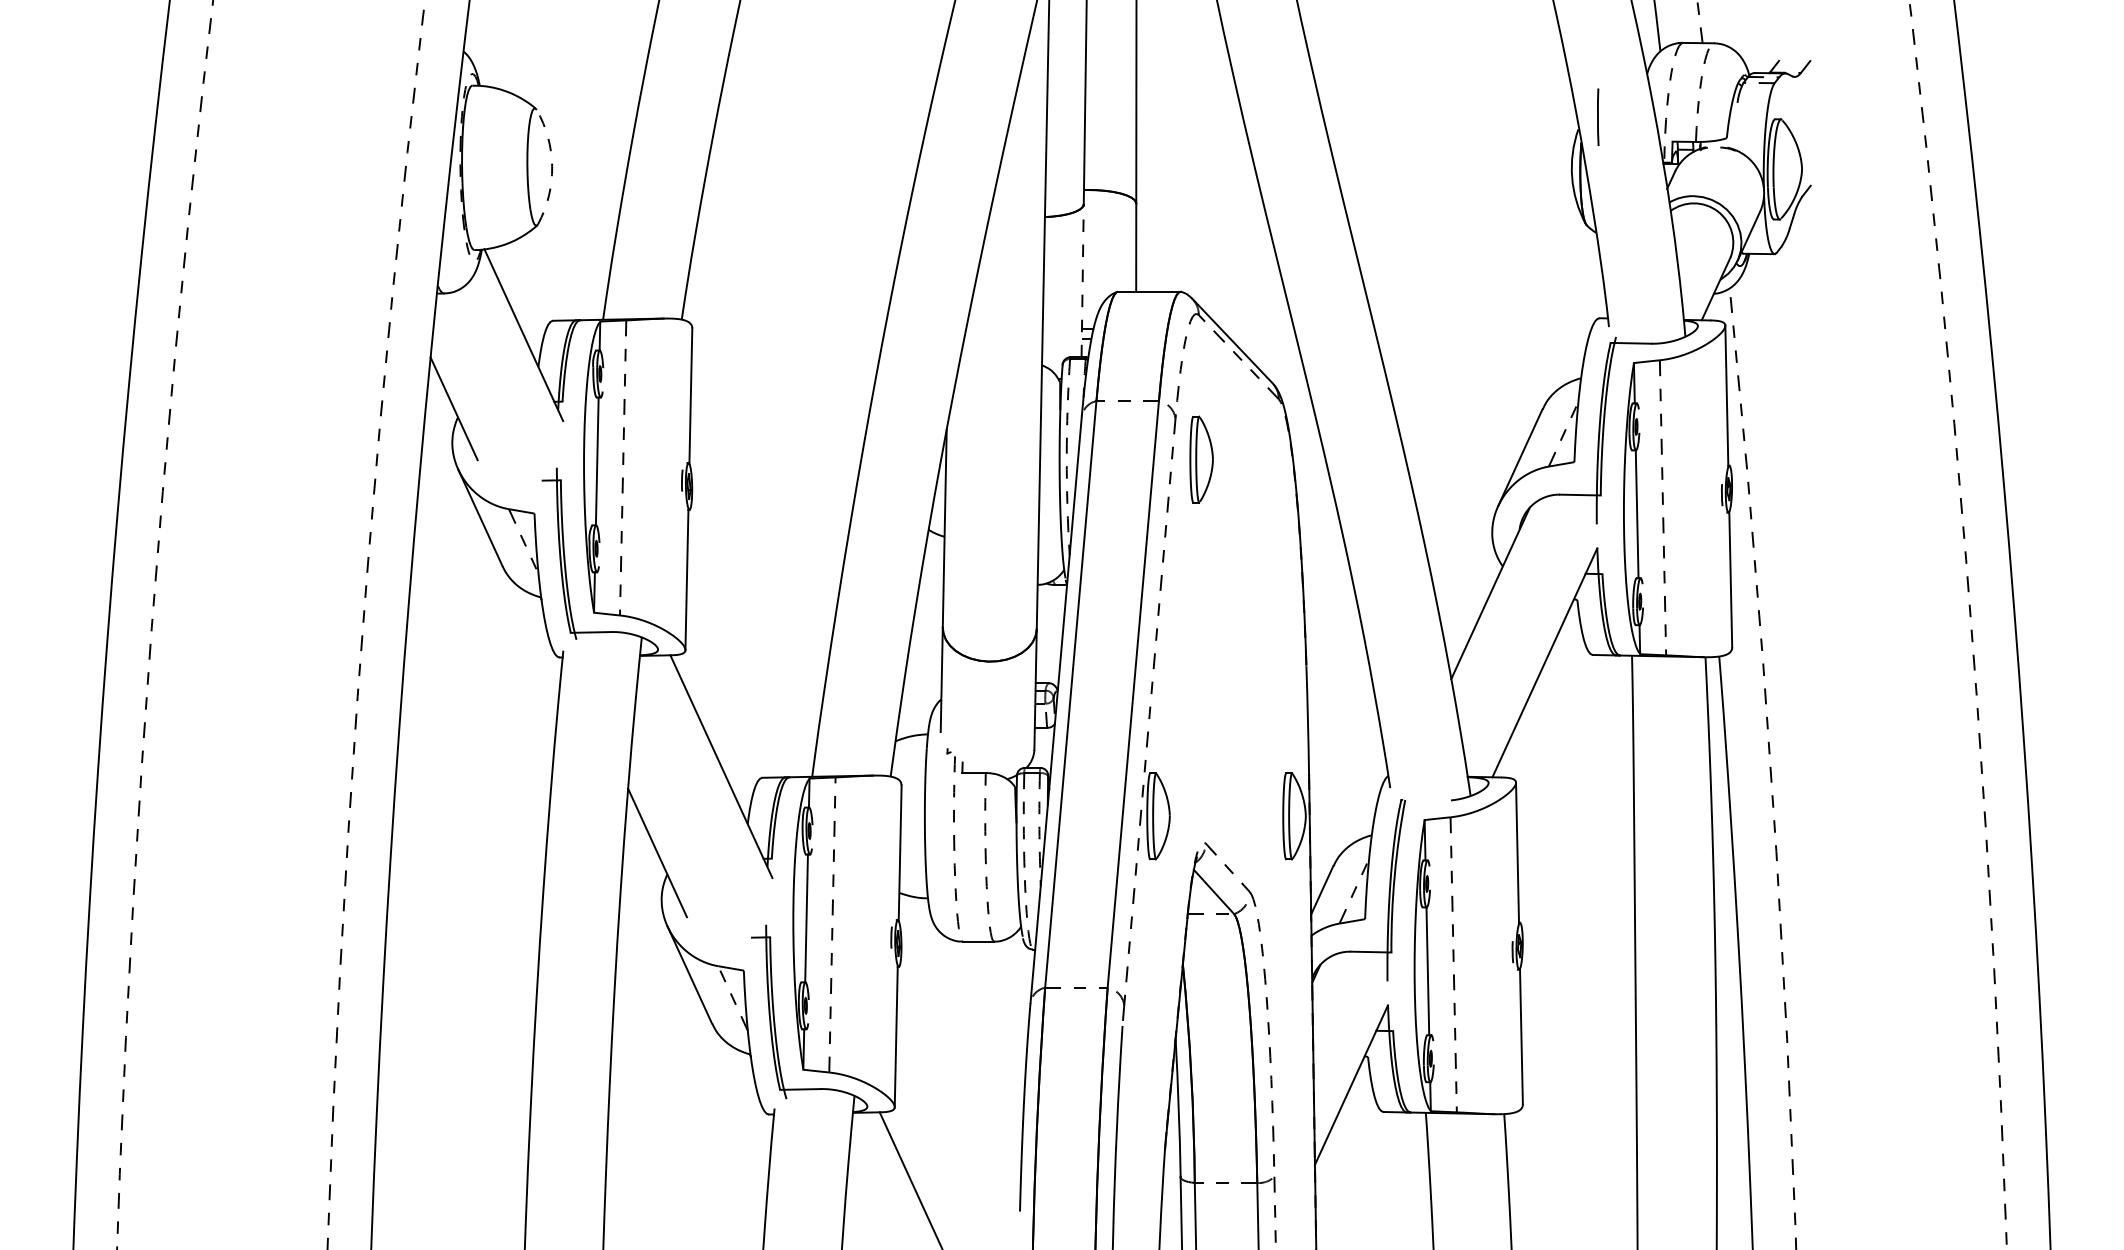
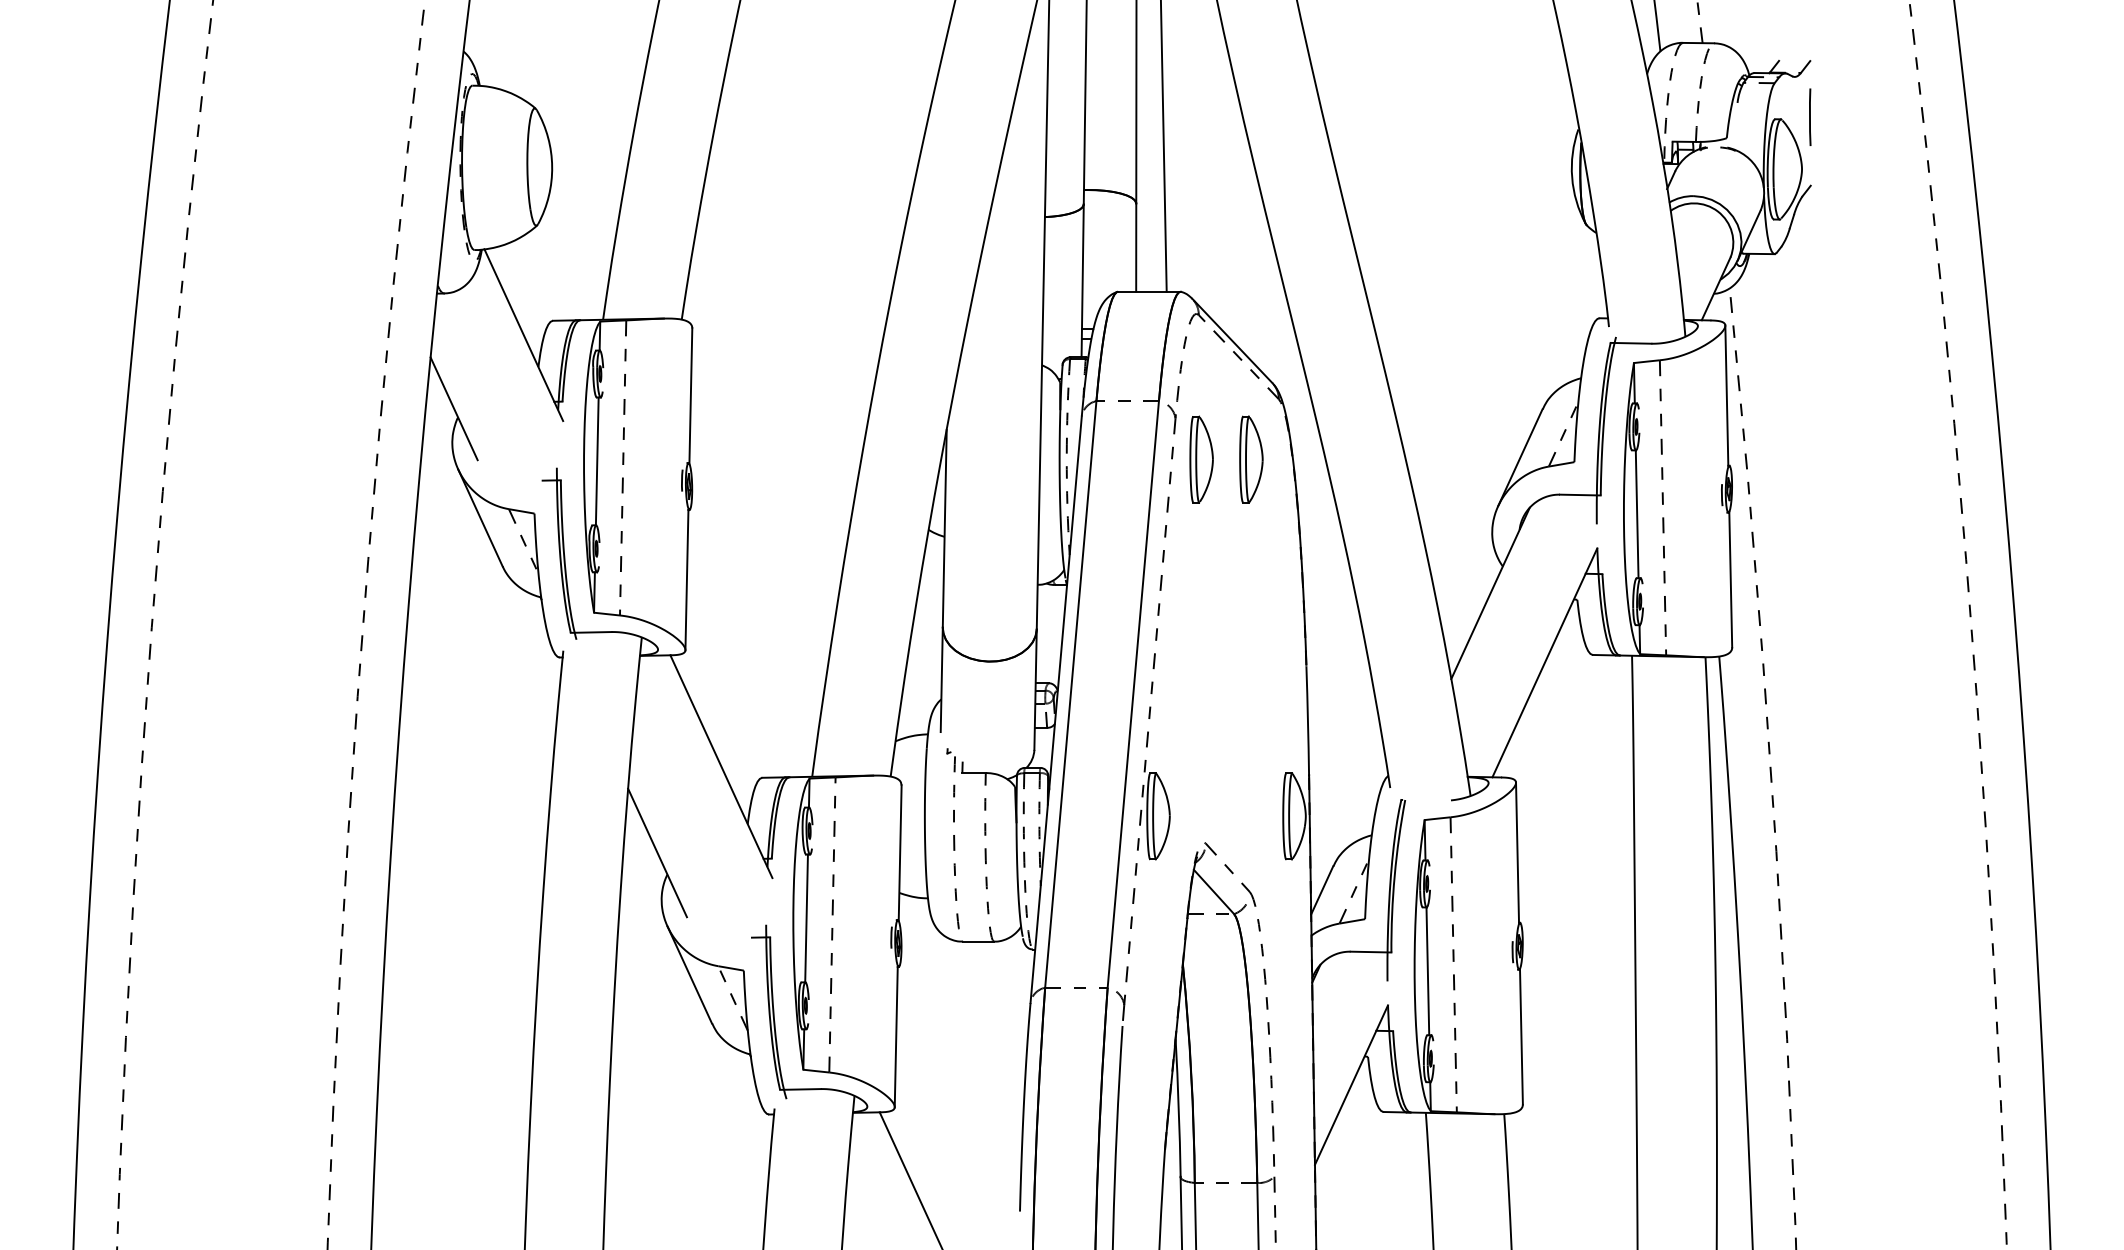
line at (1598, 116) position: (1598, 116) -> (1810, 116)
line at (1163, 146): none -> present
arc at (552, 166): dashed -> solid
line at (1082, 280): dashed -> solid
part at (1251, 459): none -> present
